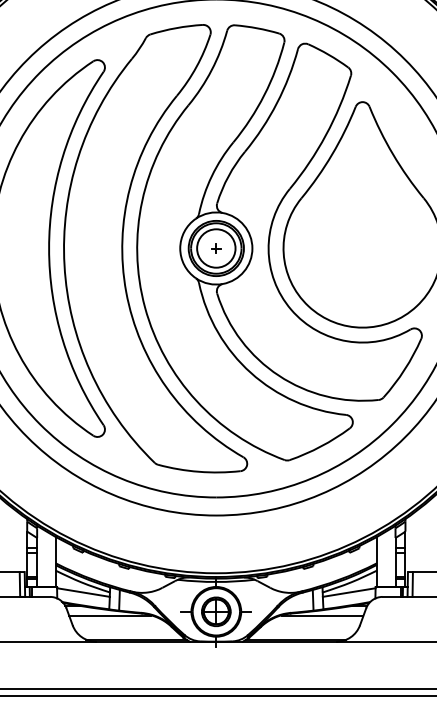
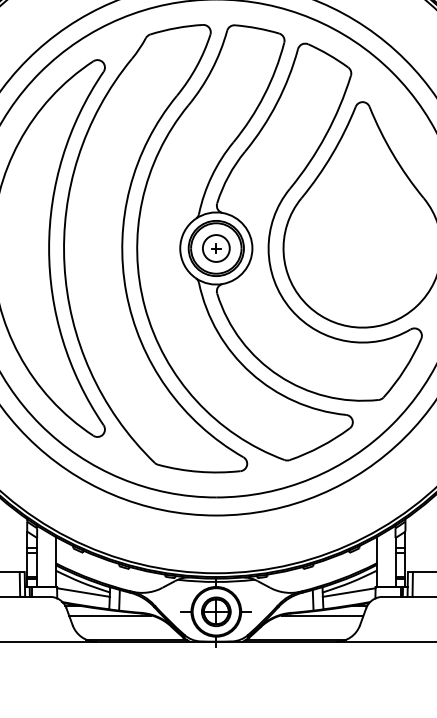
circle at (216, 248) diameter: 38 px -> 27 px
line at (217, 688): present -> none
line at (217, 696): present -> none
